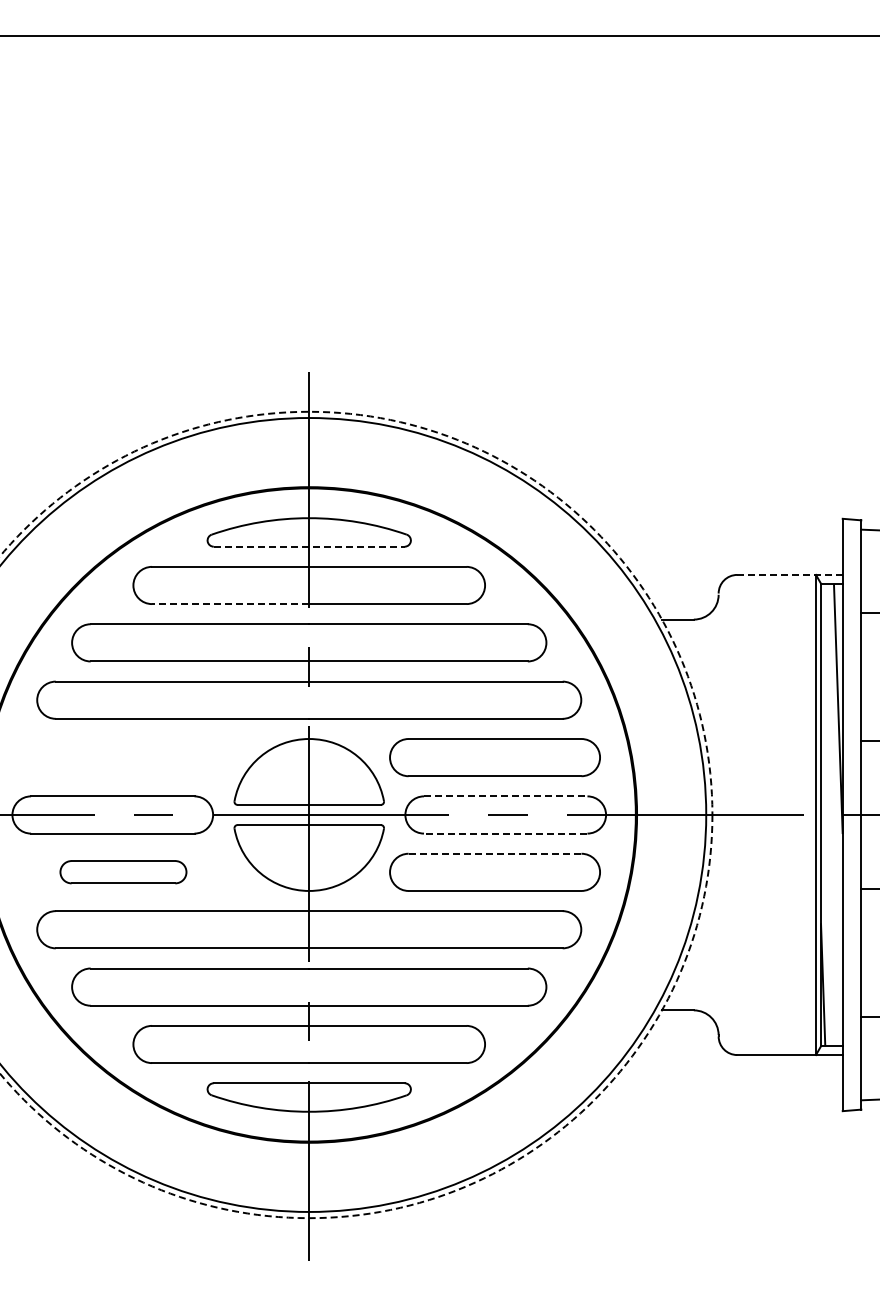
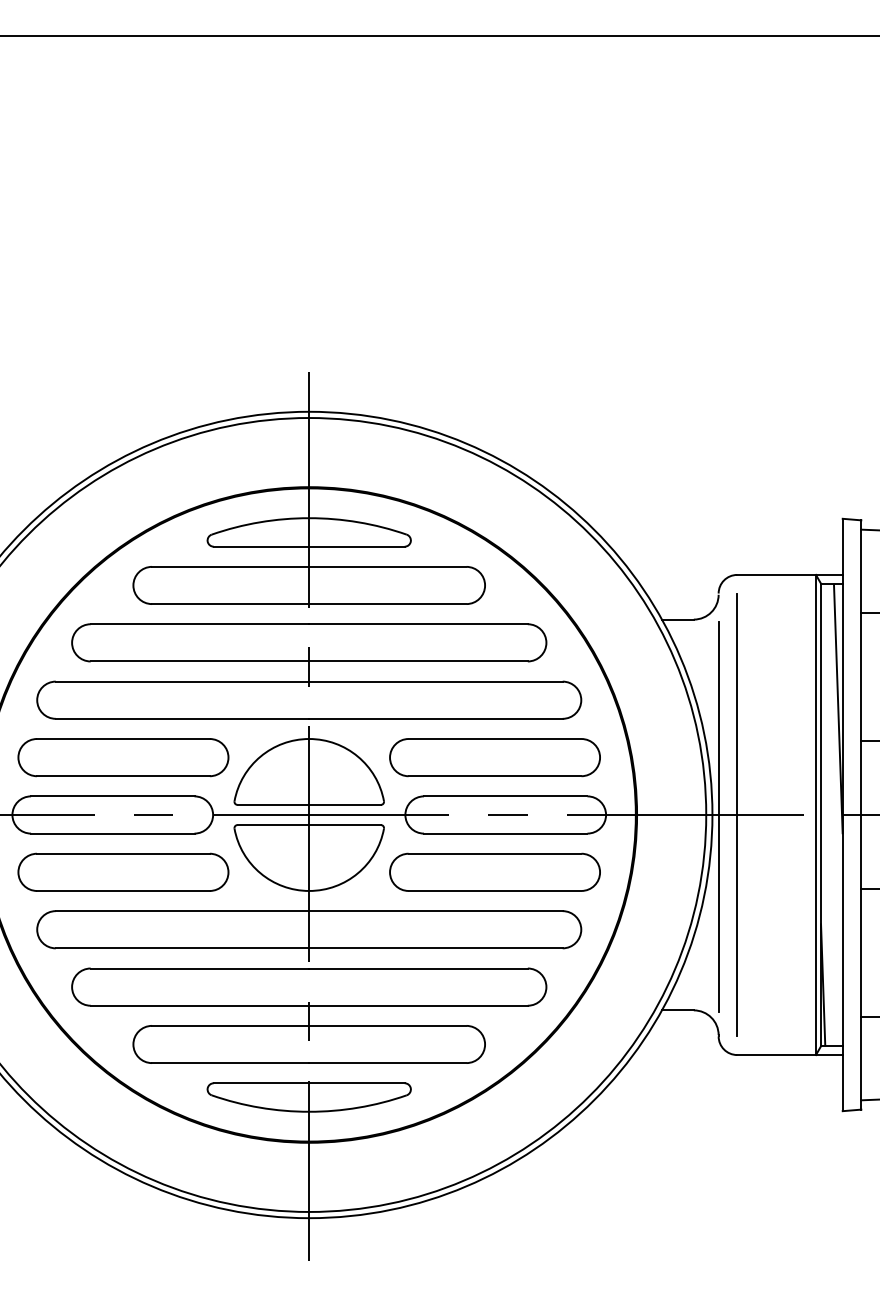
line at (309, 546): dashed -> solid
line at (789, 574): dashed -> solid
line at (230, 604): dashed -> solid
part at (123, 757): none -> present
line at (505, 796): dashed -> solid
circle at (356, 814): dashed -> solid
line at (737, 814): none -> present
line at (718, 816): none -> present
line at (505, 833): dashed -> solid
line at (494, 853): dashed -> solid
part at (123, 872) size: 129x25 px -> 213x40 px
